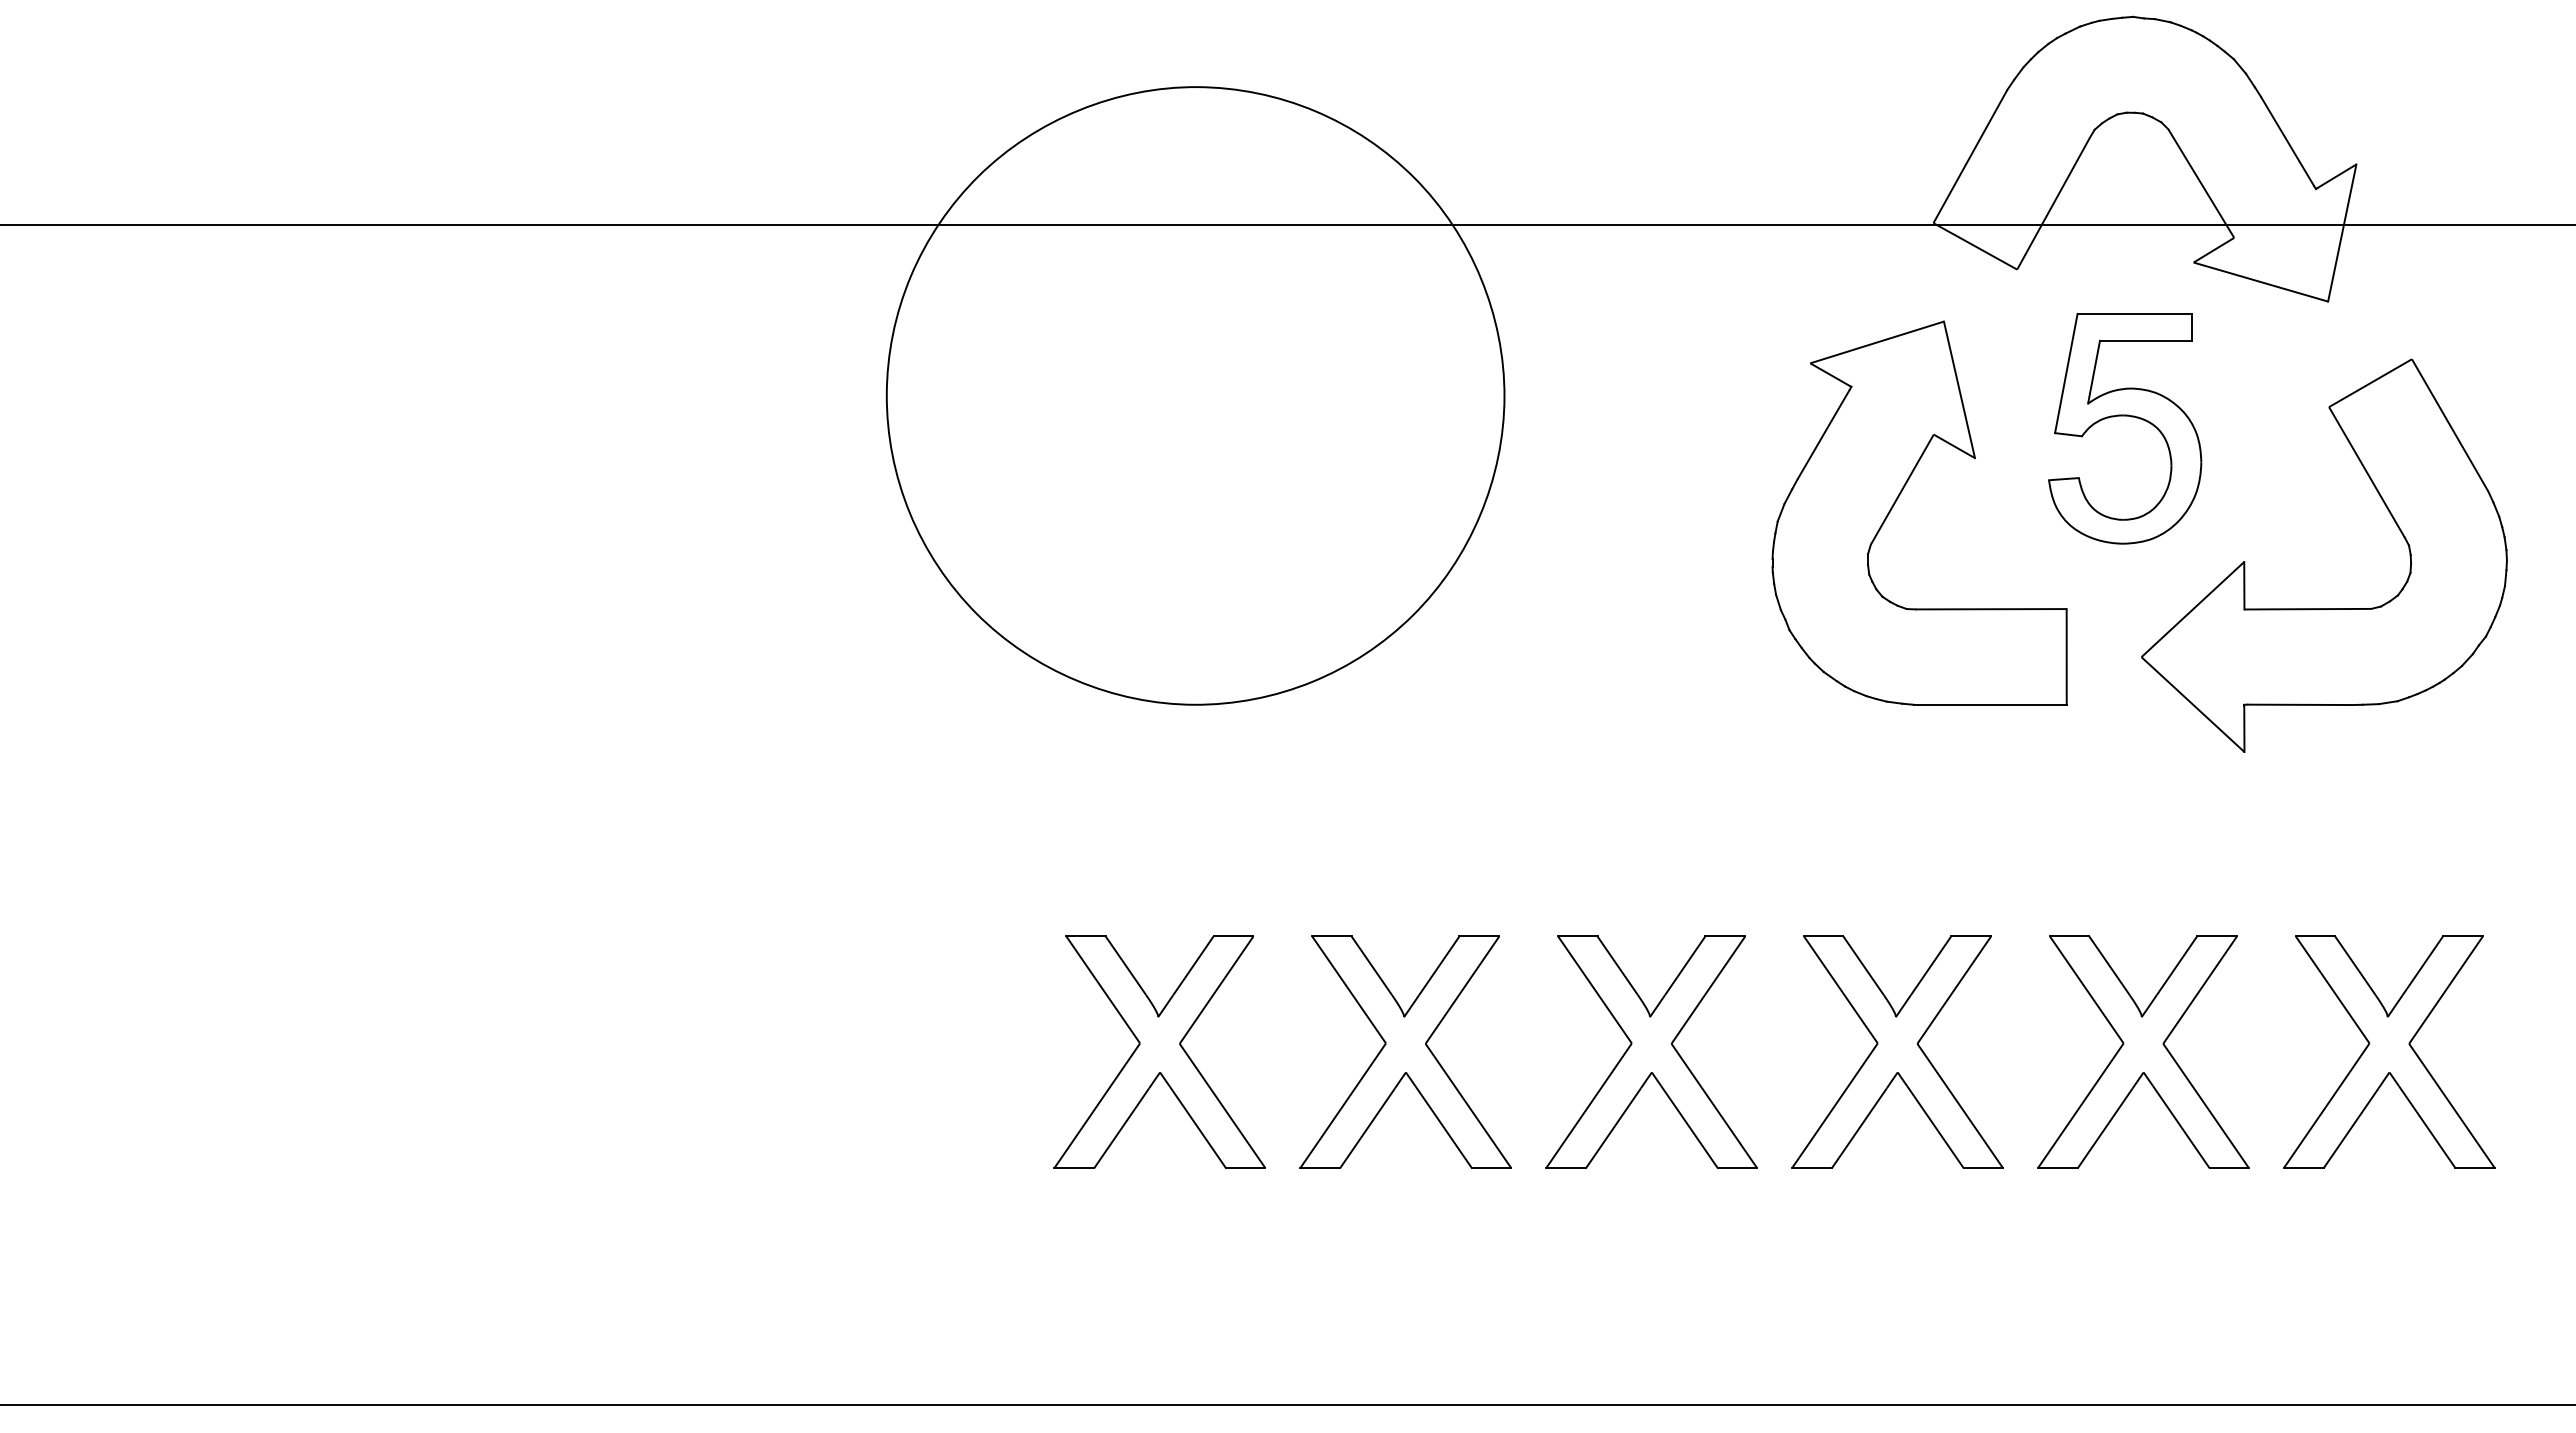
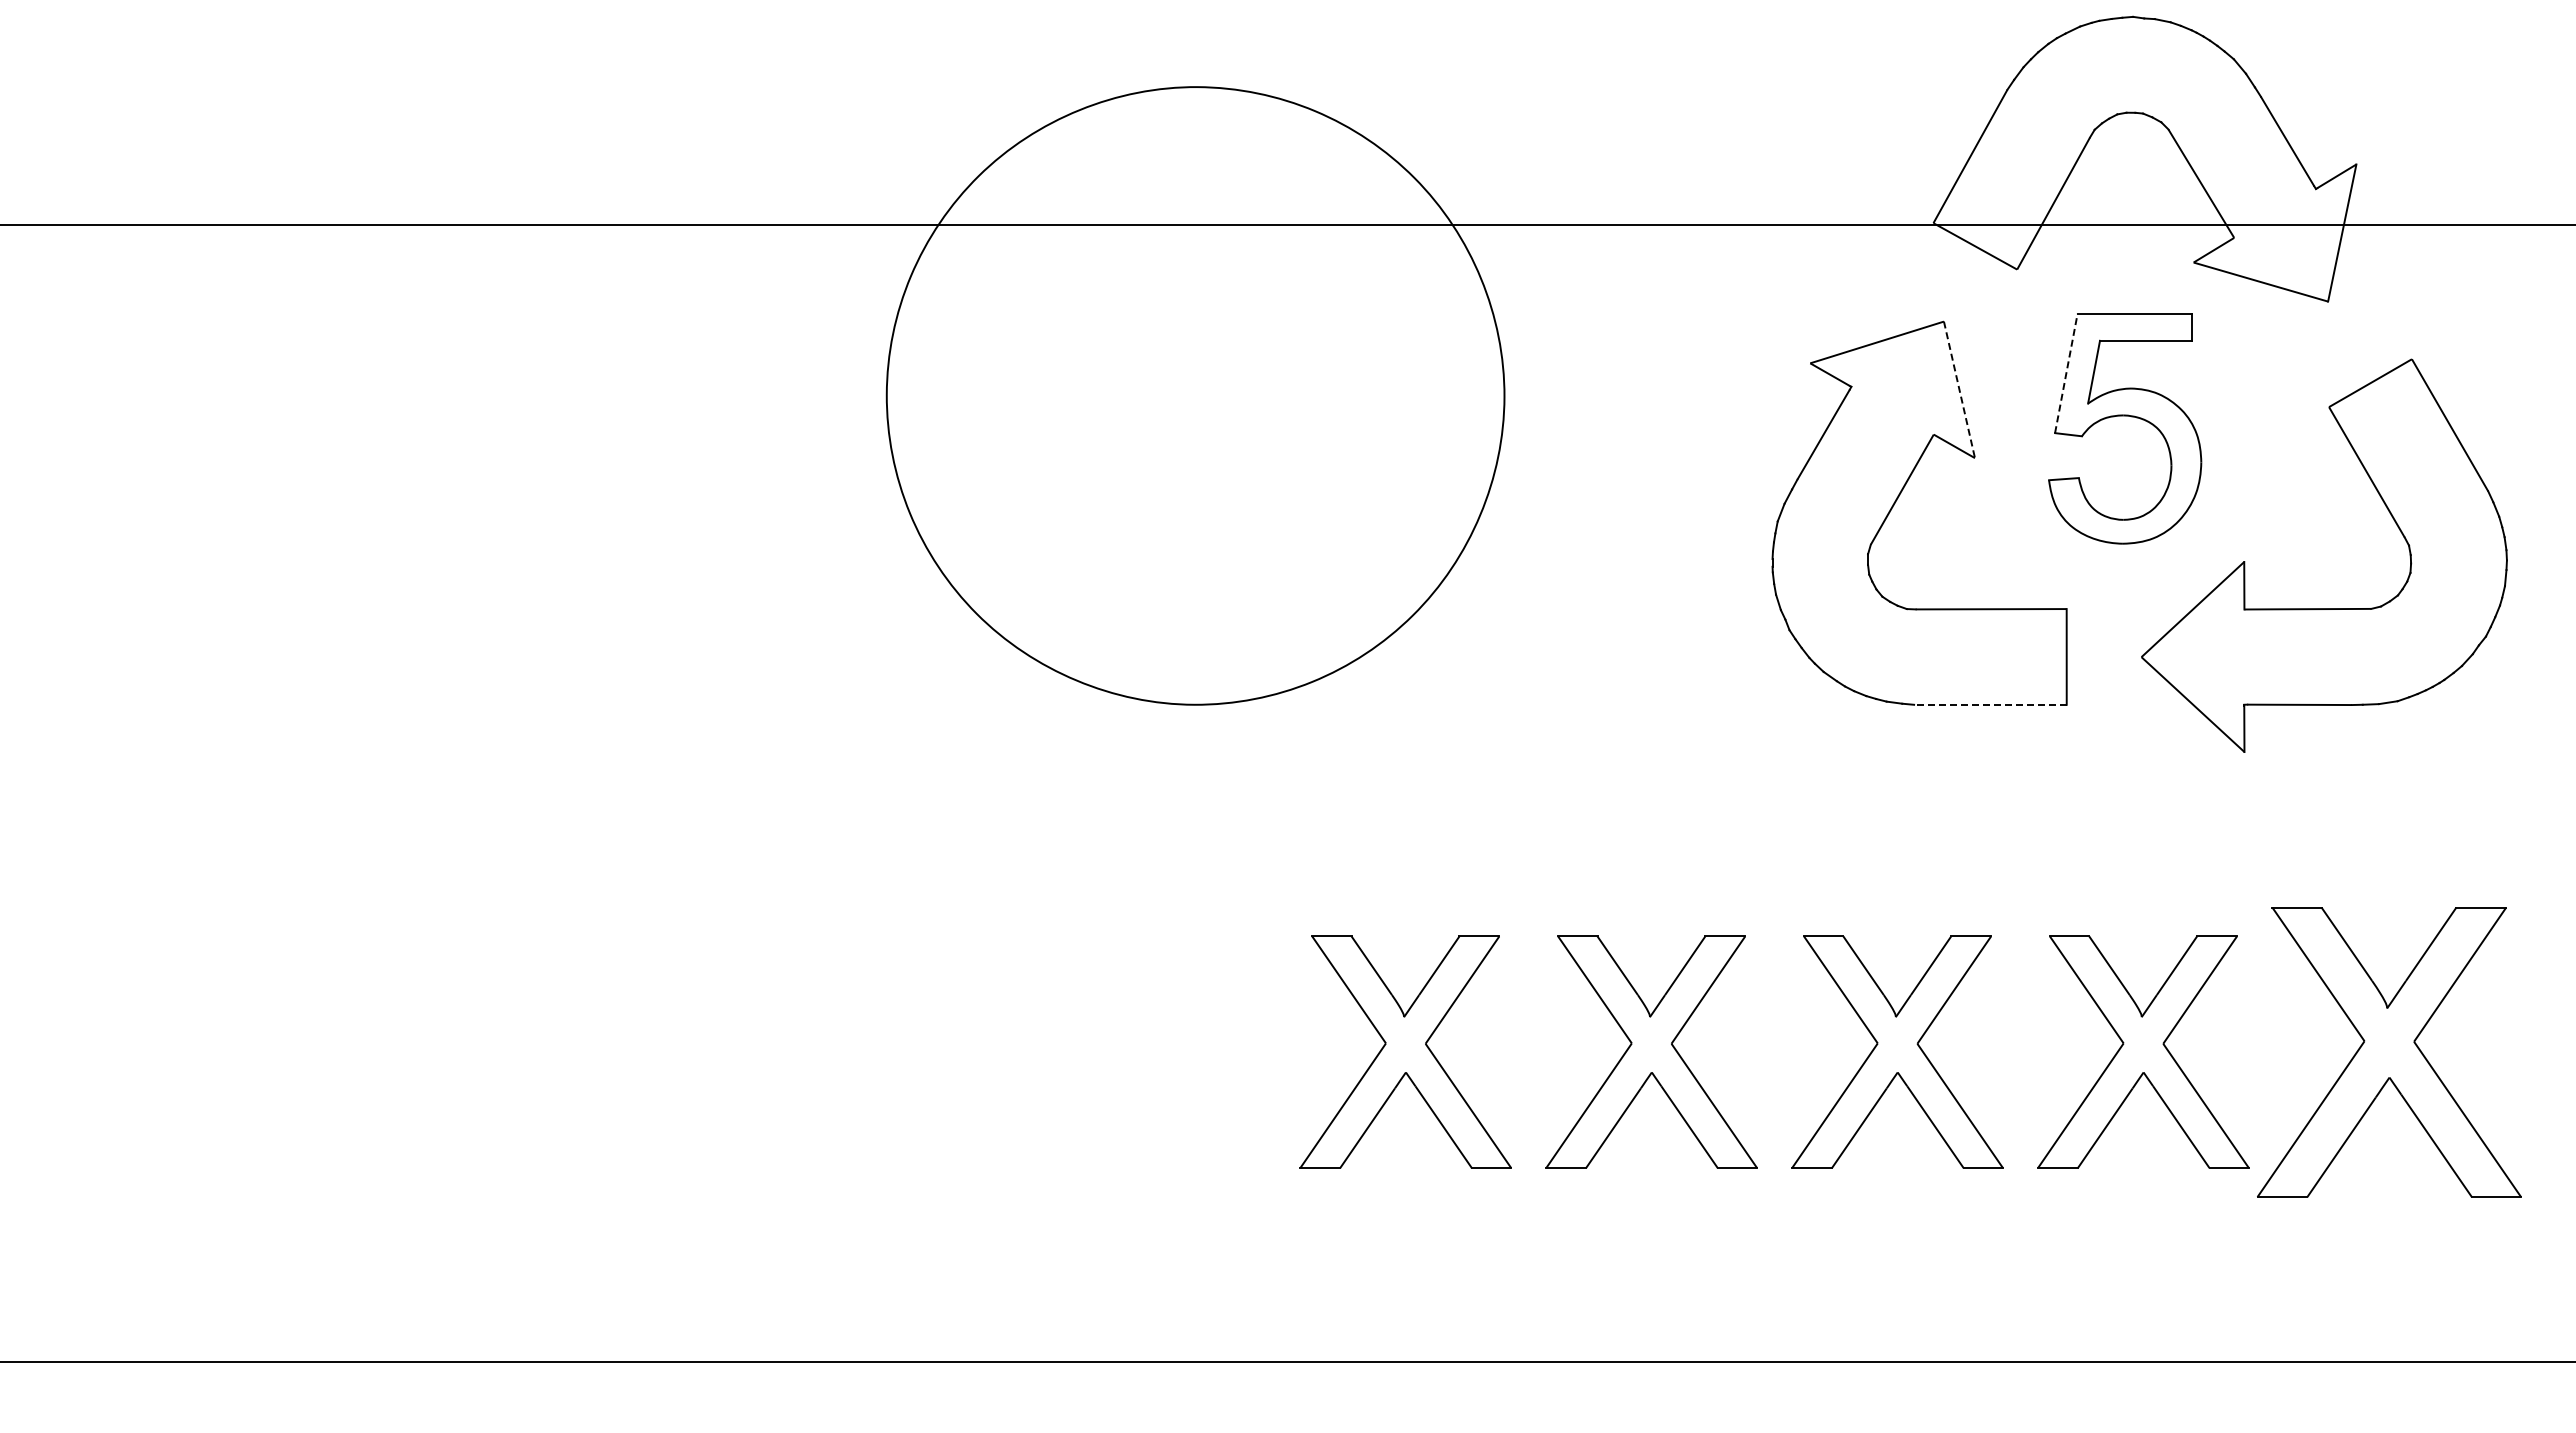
line at (2066, 373): solid -> dashed
line at (1959, 390): solid -> dashed
line at (1989, 704): solid -> dashed
part at (1159, 1051): present -> none
part at (2389, 1051) size: 213x234 px -> 265x291 px
line at (1287, 1405) position: (1287, 1405) -> (1287, 1362)
